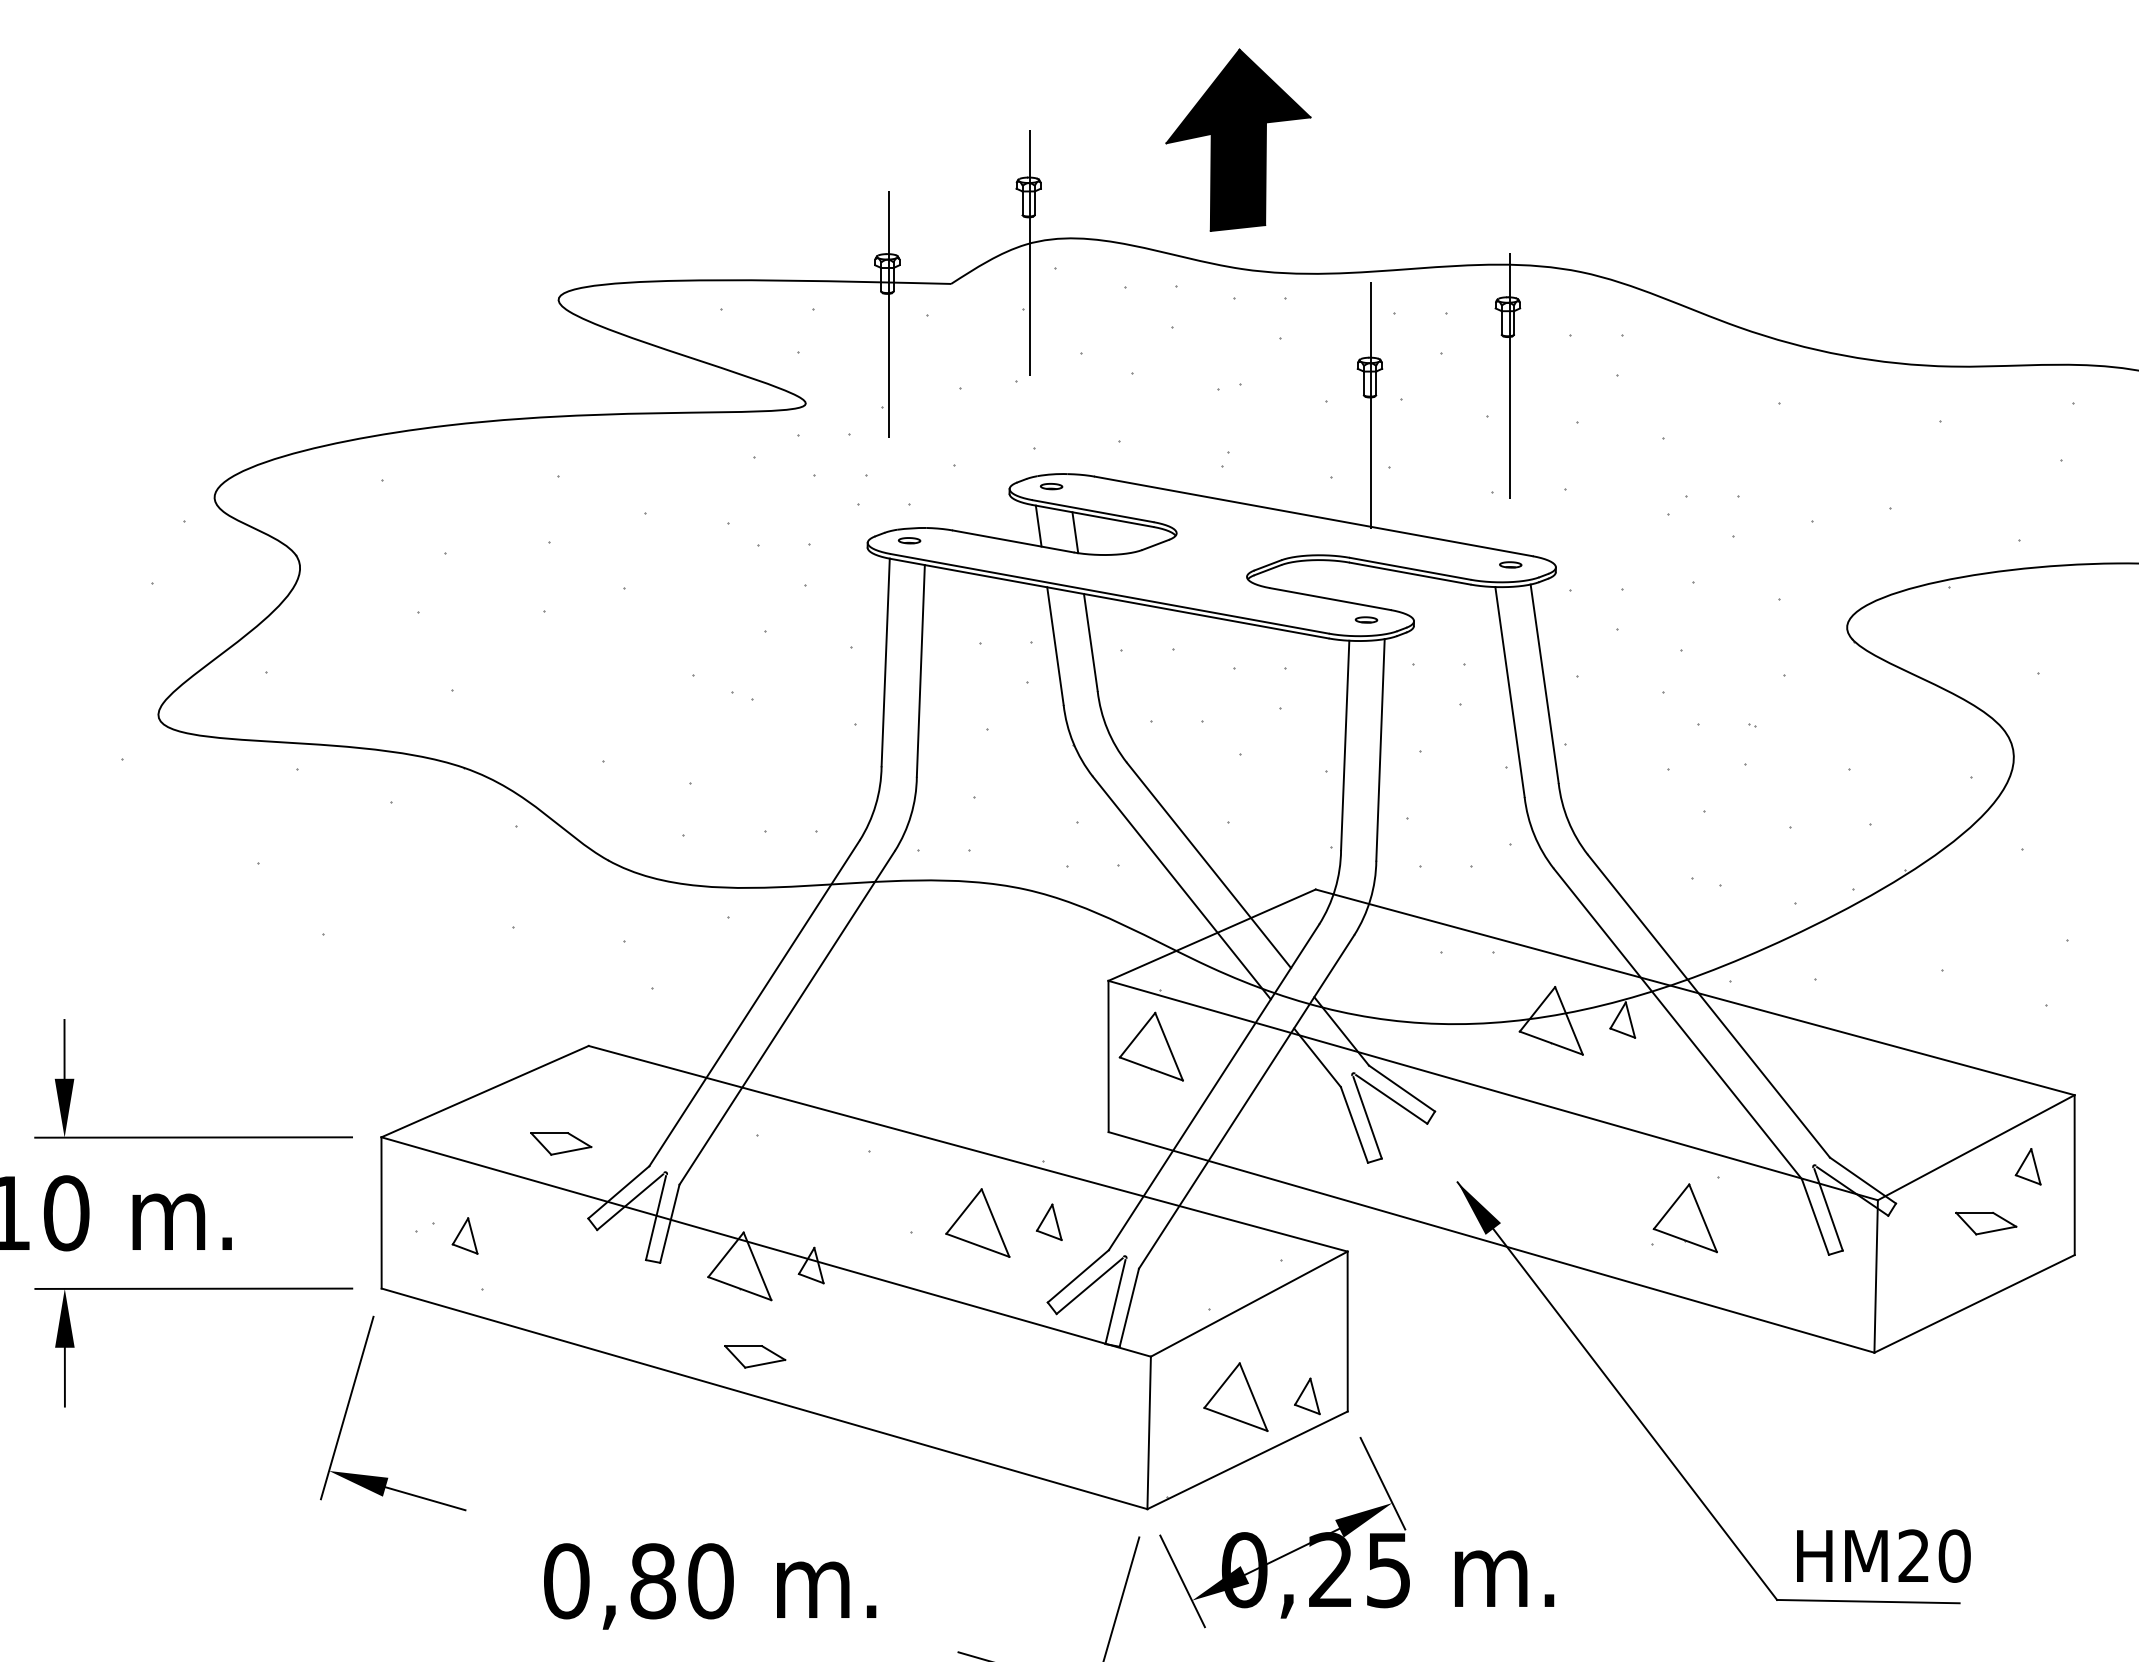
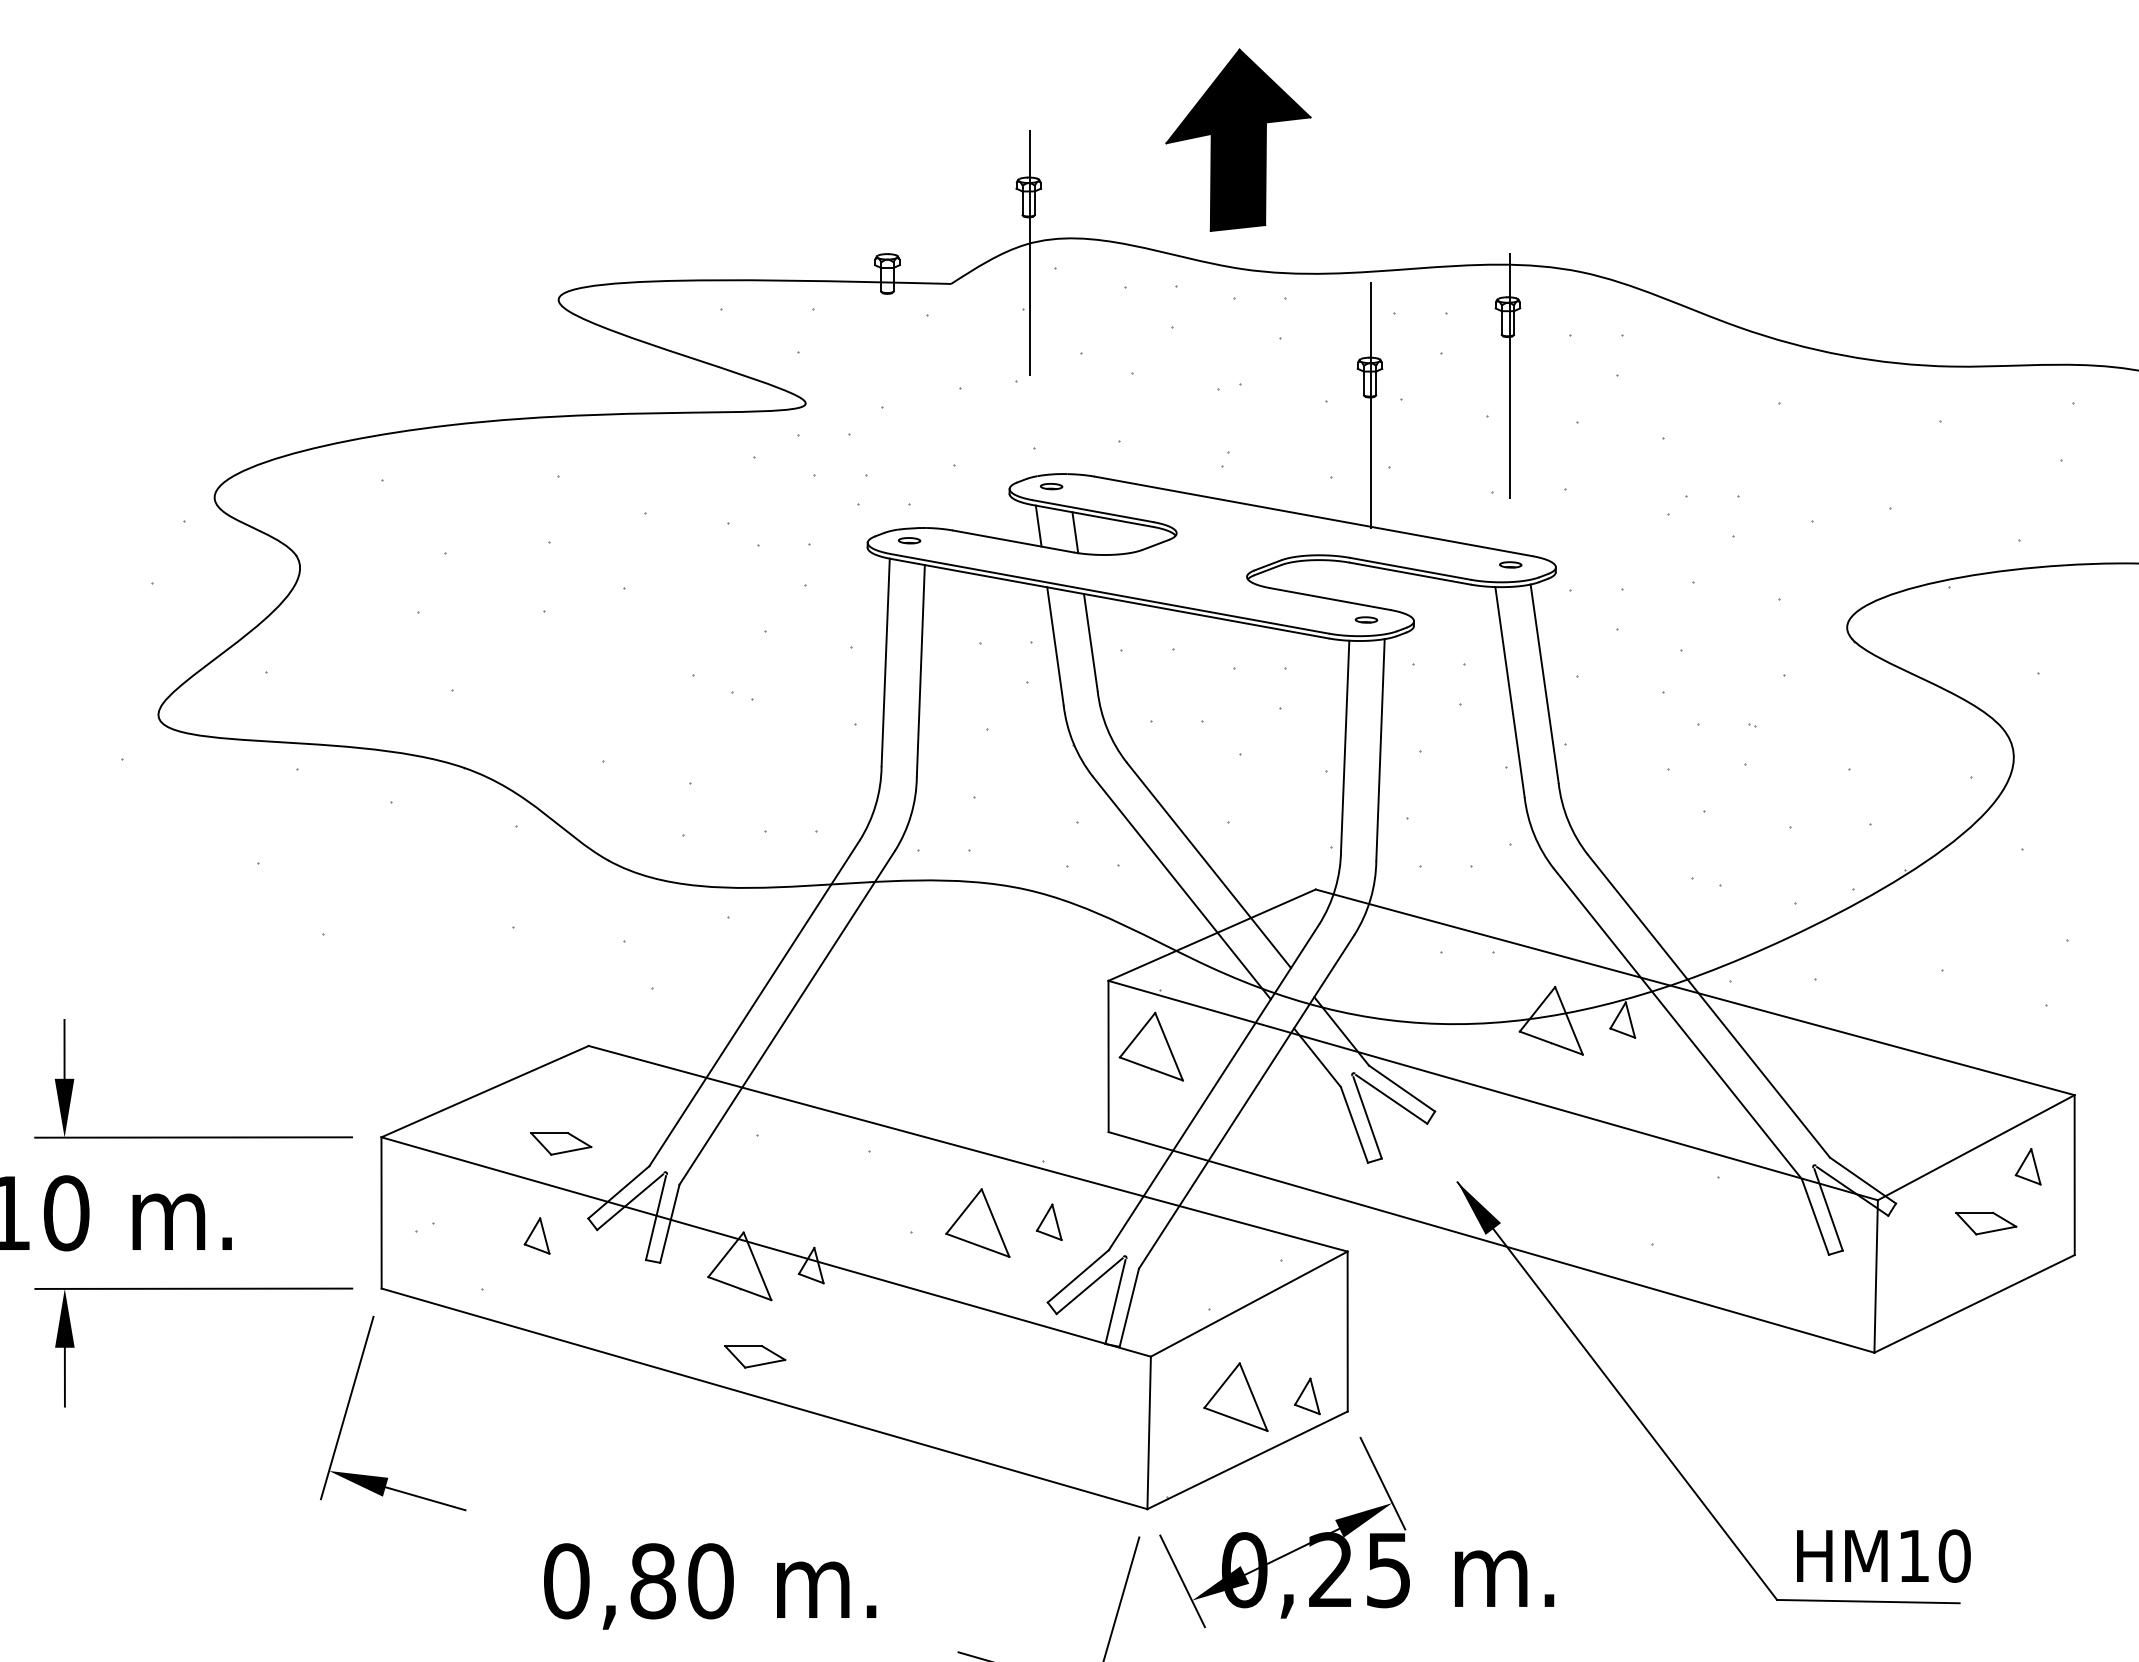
line at (888, 314): present -> none
part at (1684, 1218): present -> none
part at (464, 1235) position: (464, 1235) -> (536, 1235)
text at (1913, 1555): HM20 -> HM10
